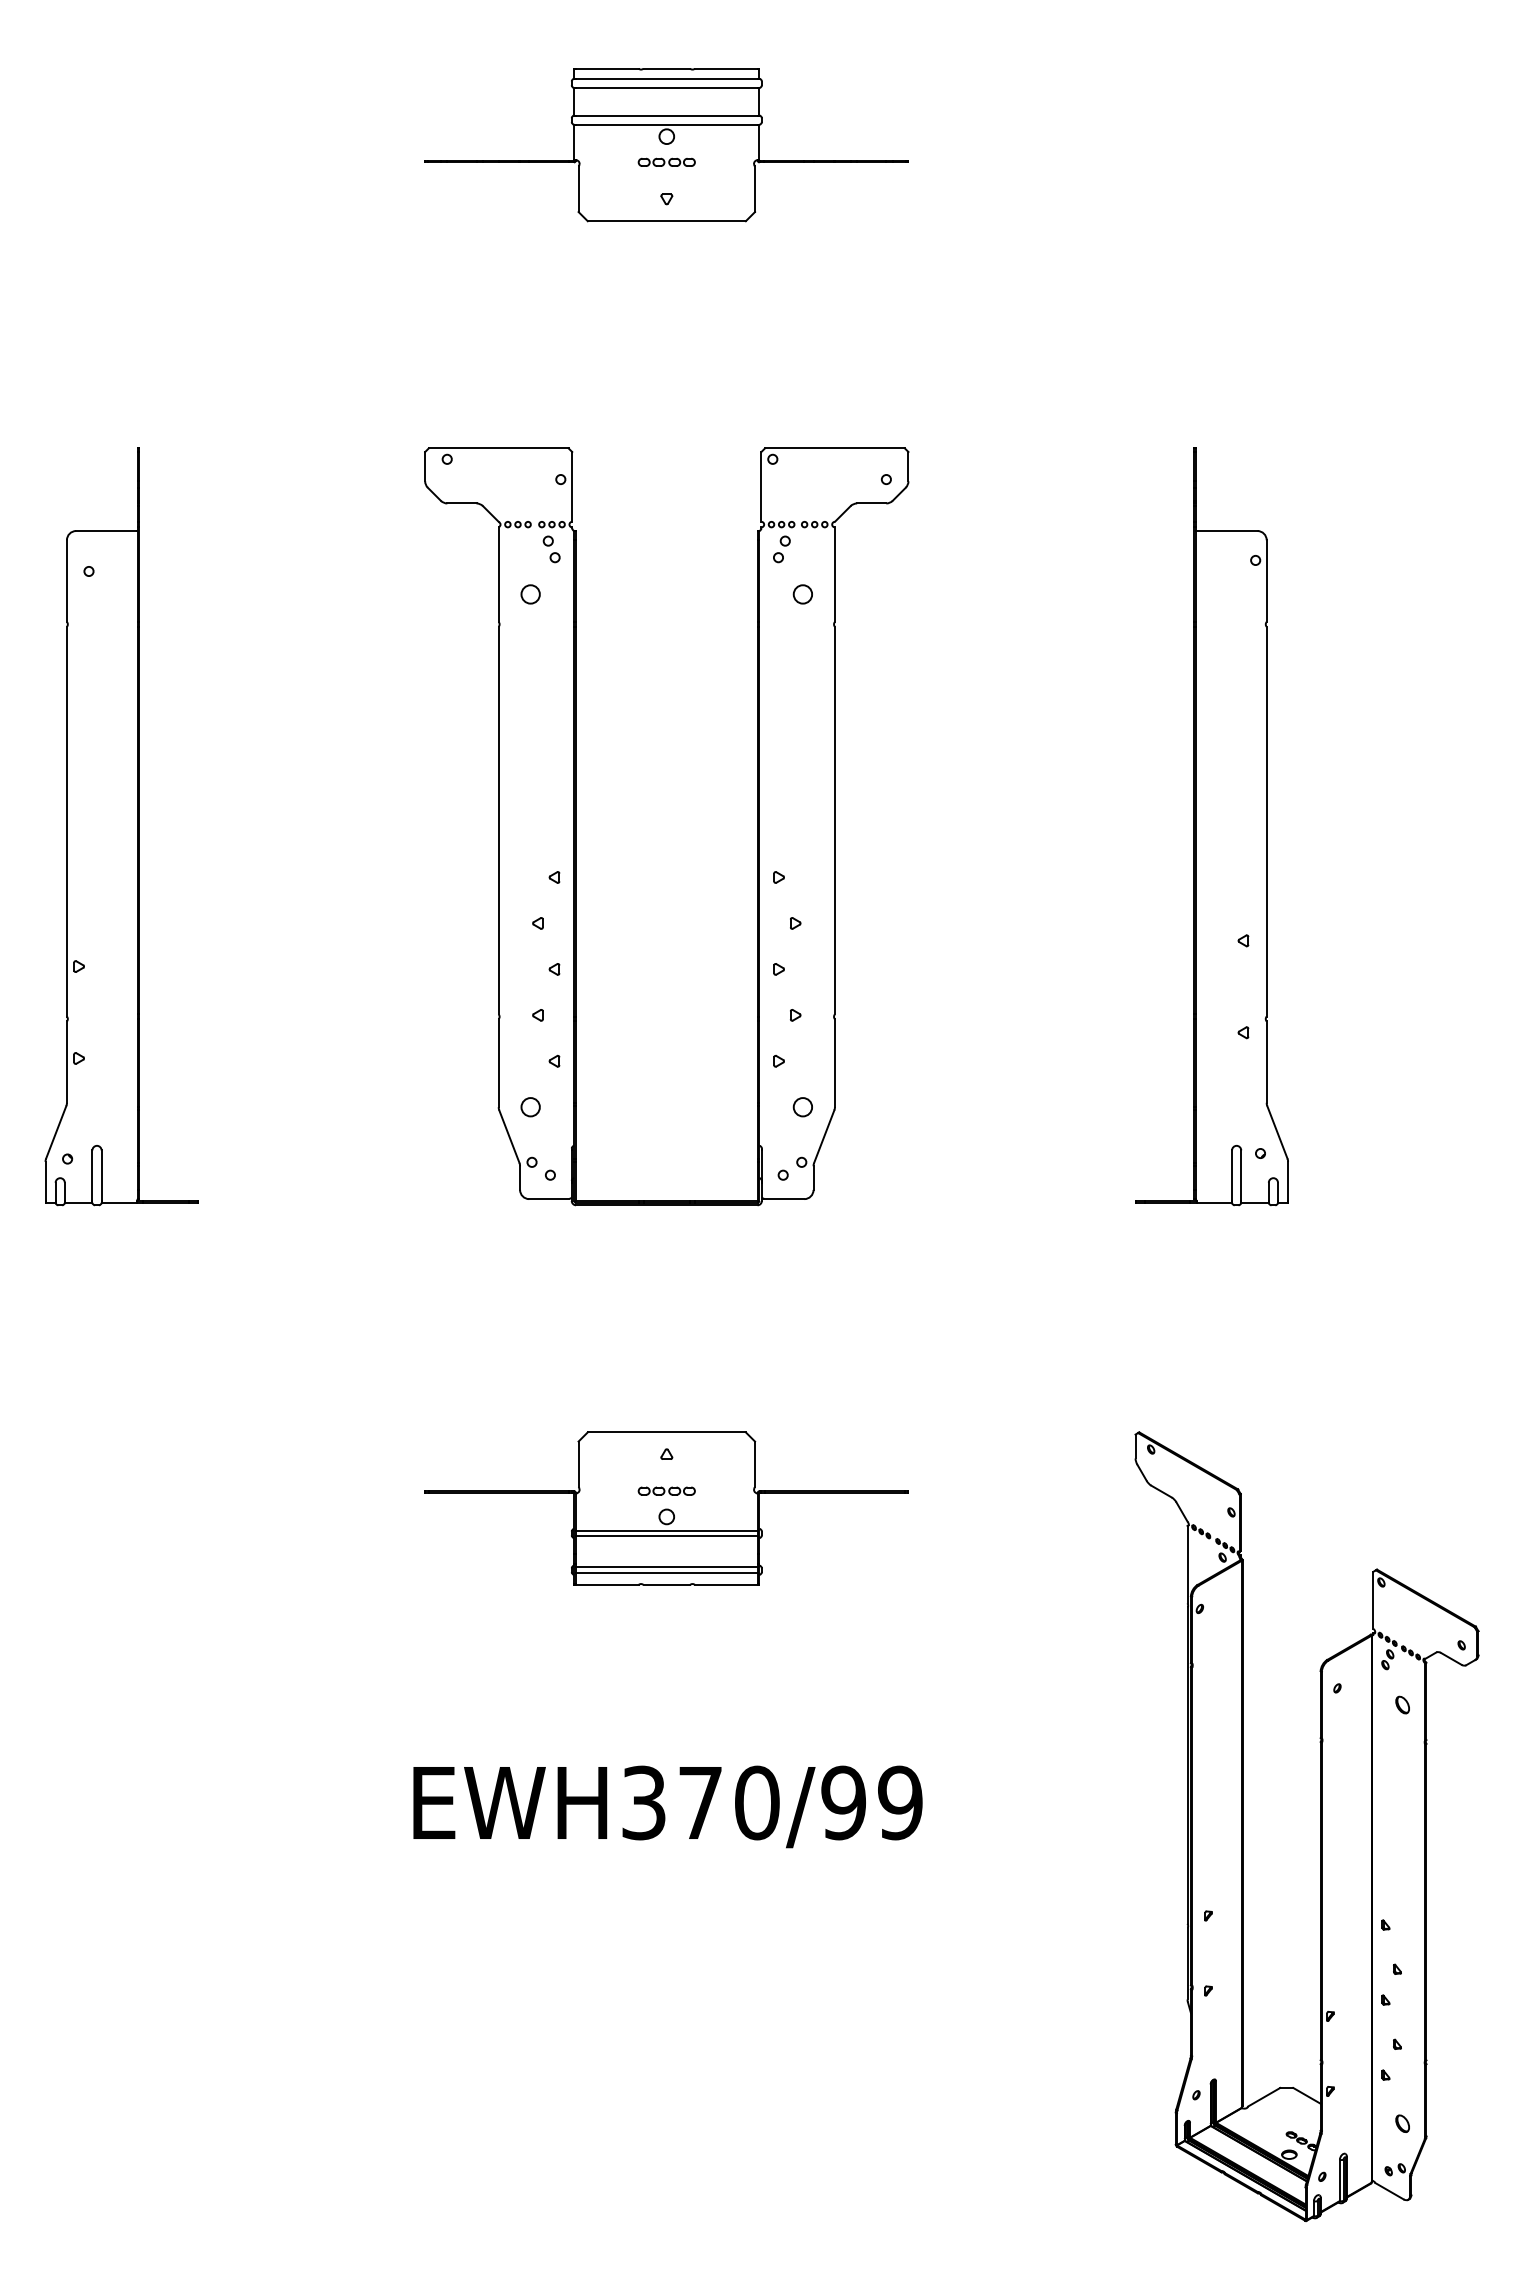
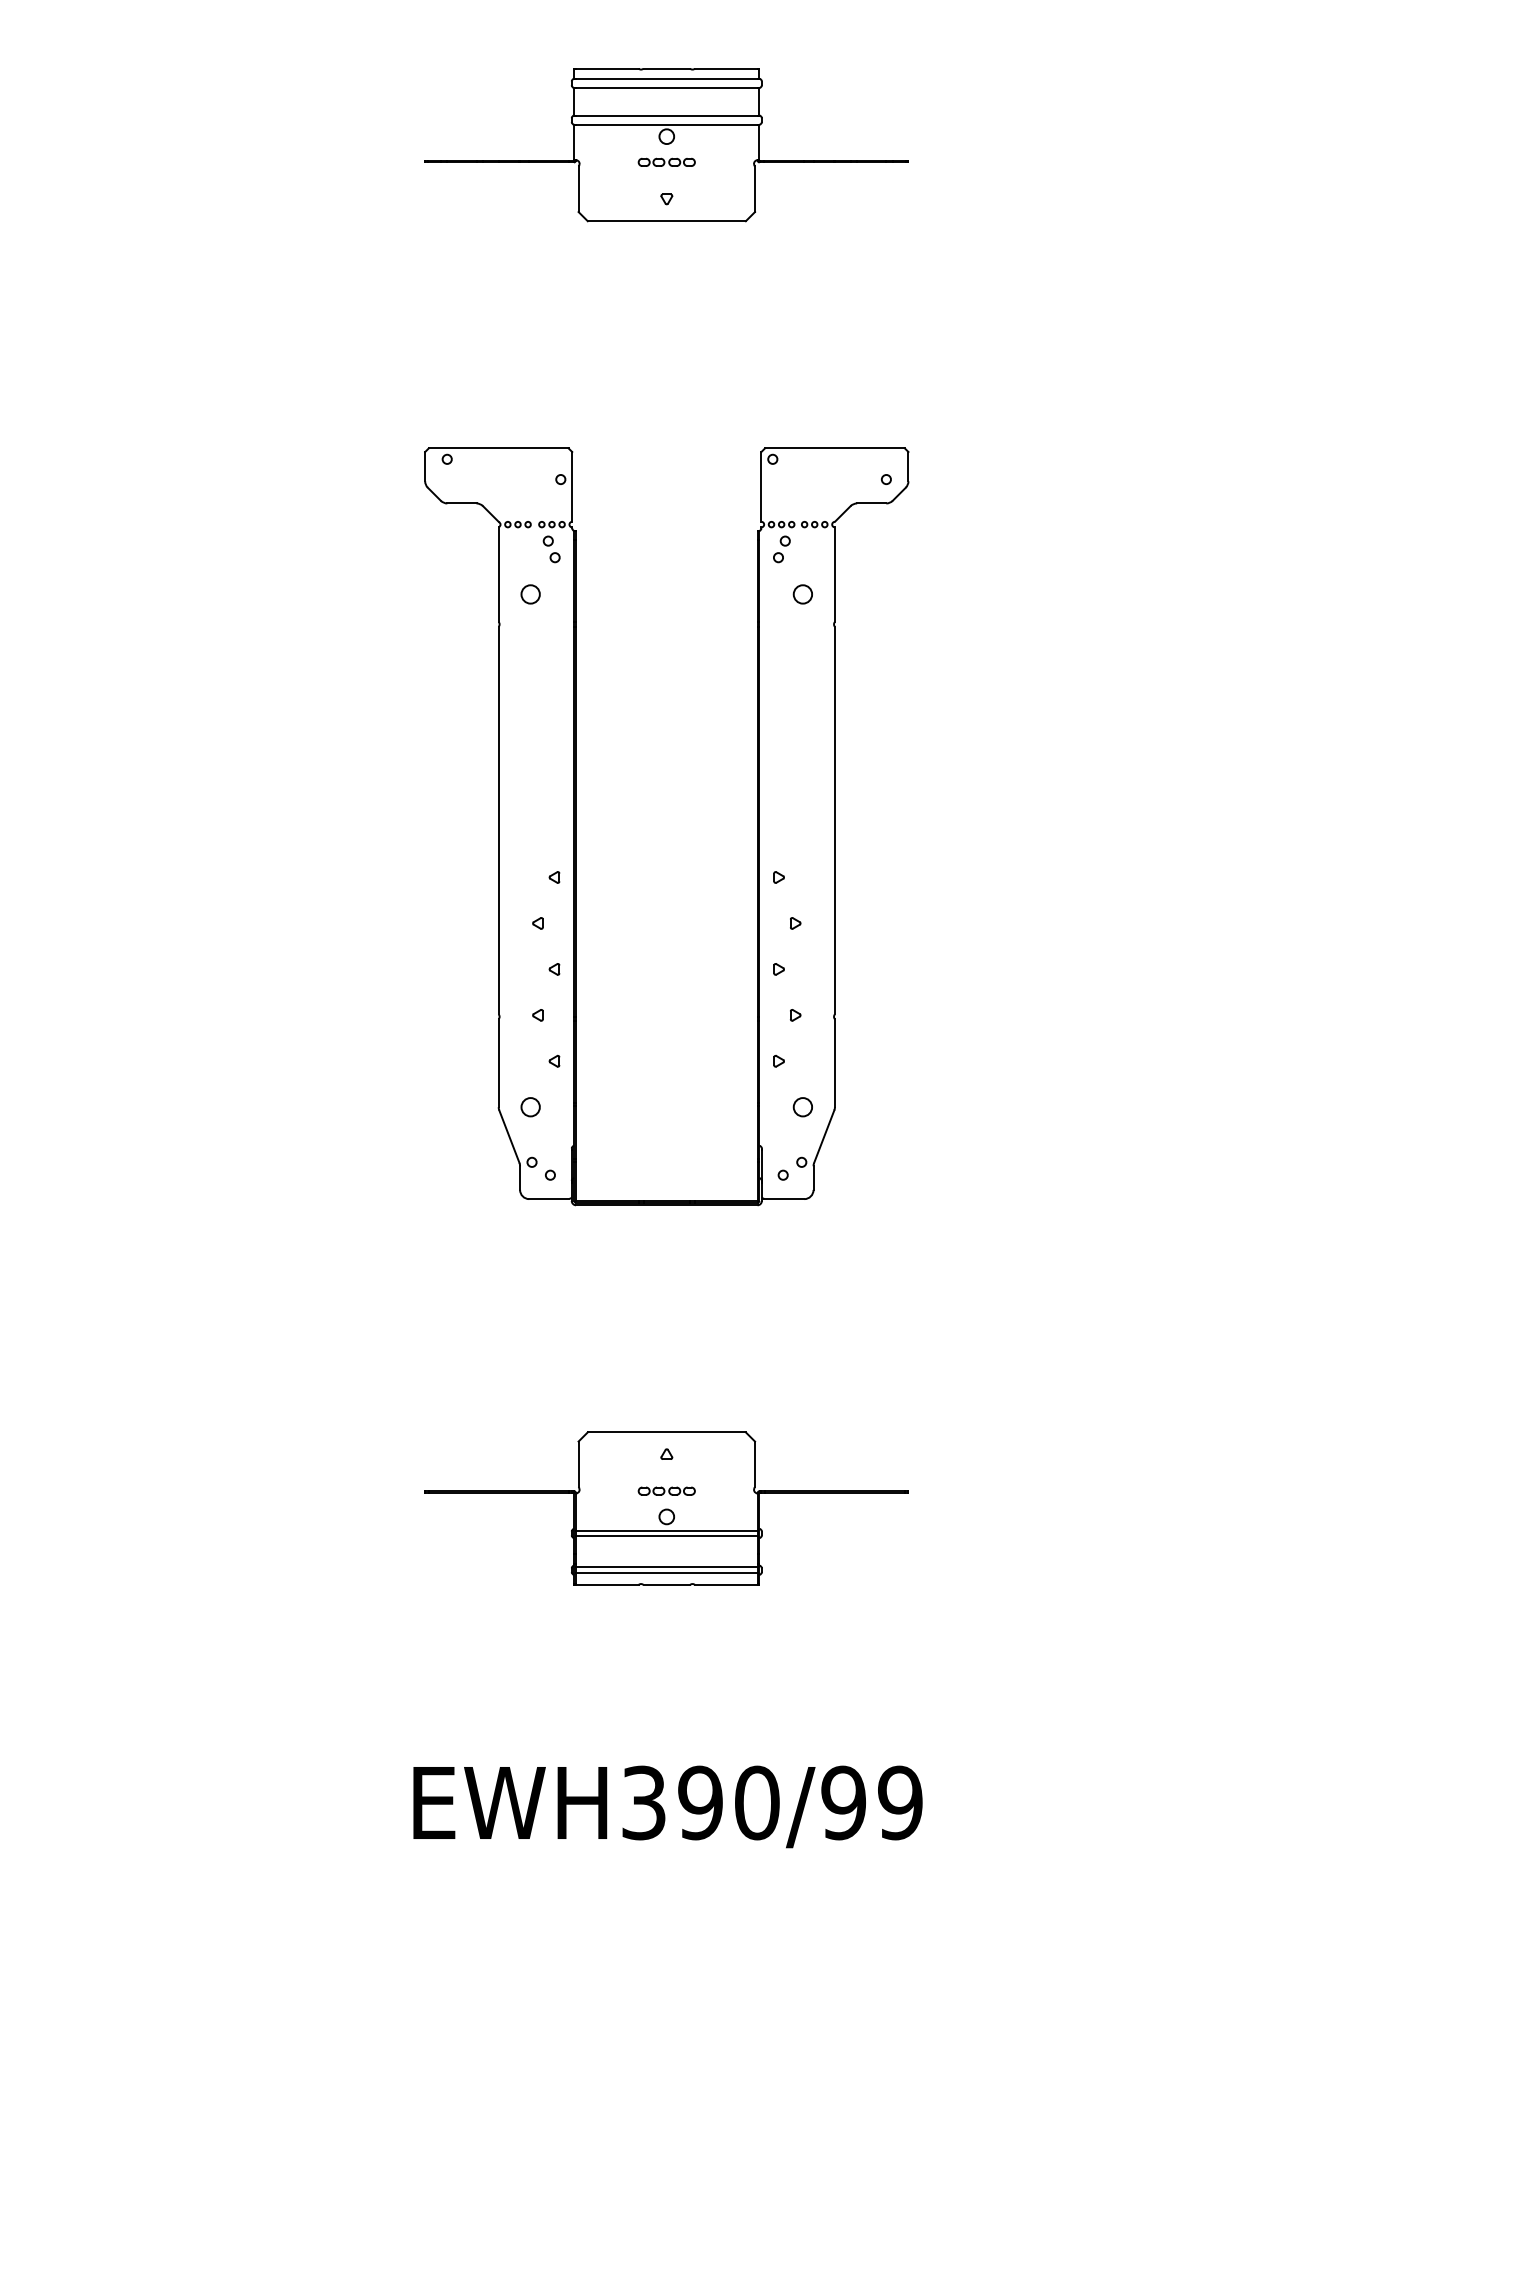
part at (121, 826): present -> none
part at (1211, 826): present -> none
text at (700, 1802): EWH370/99 -> EWH390/99
part at (1320, 1826): present -> none
